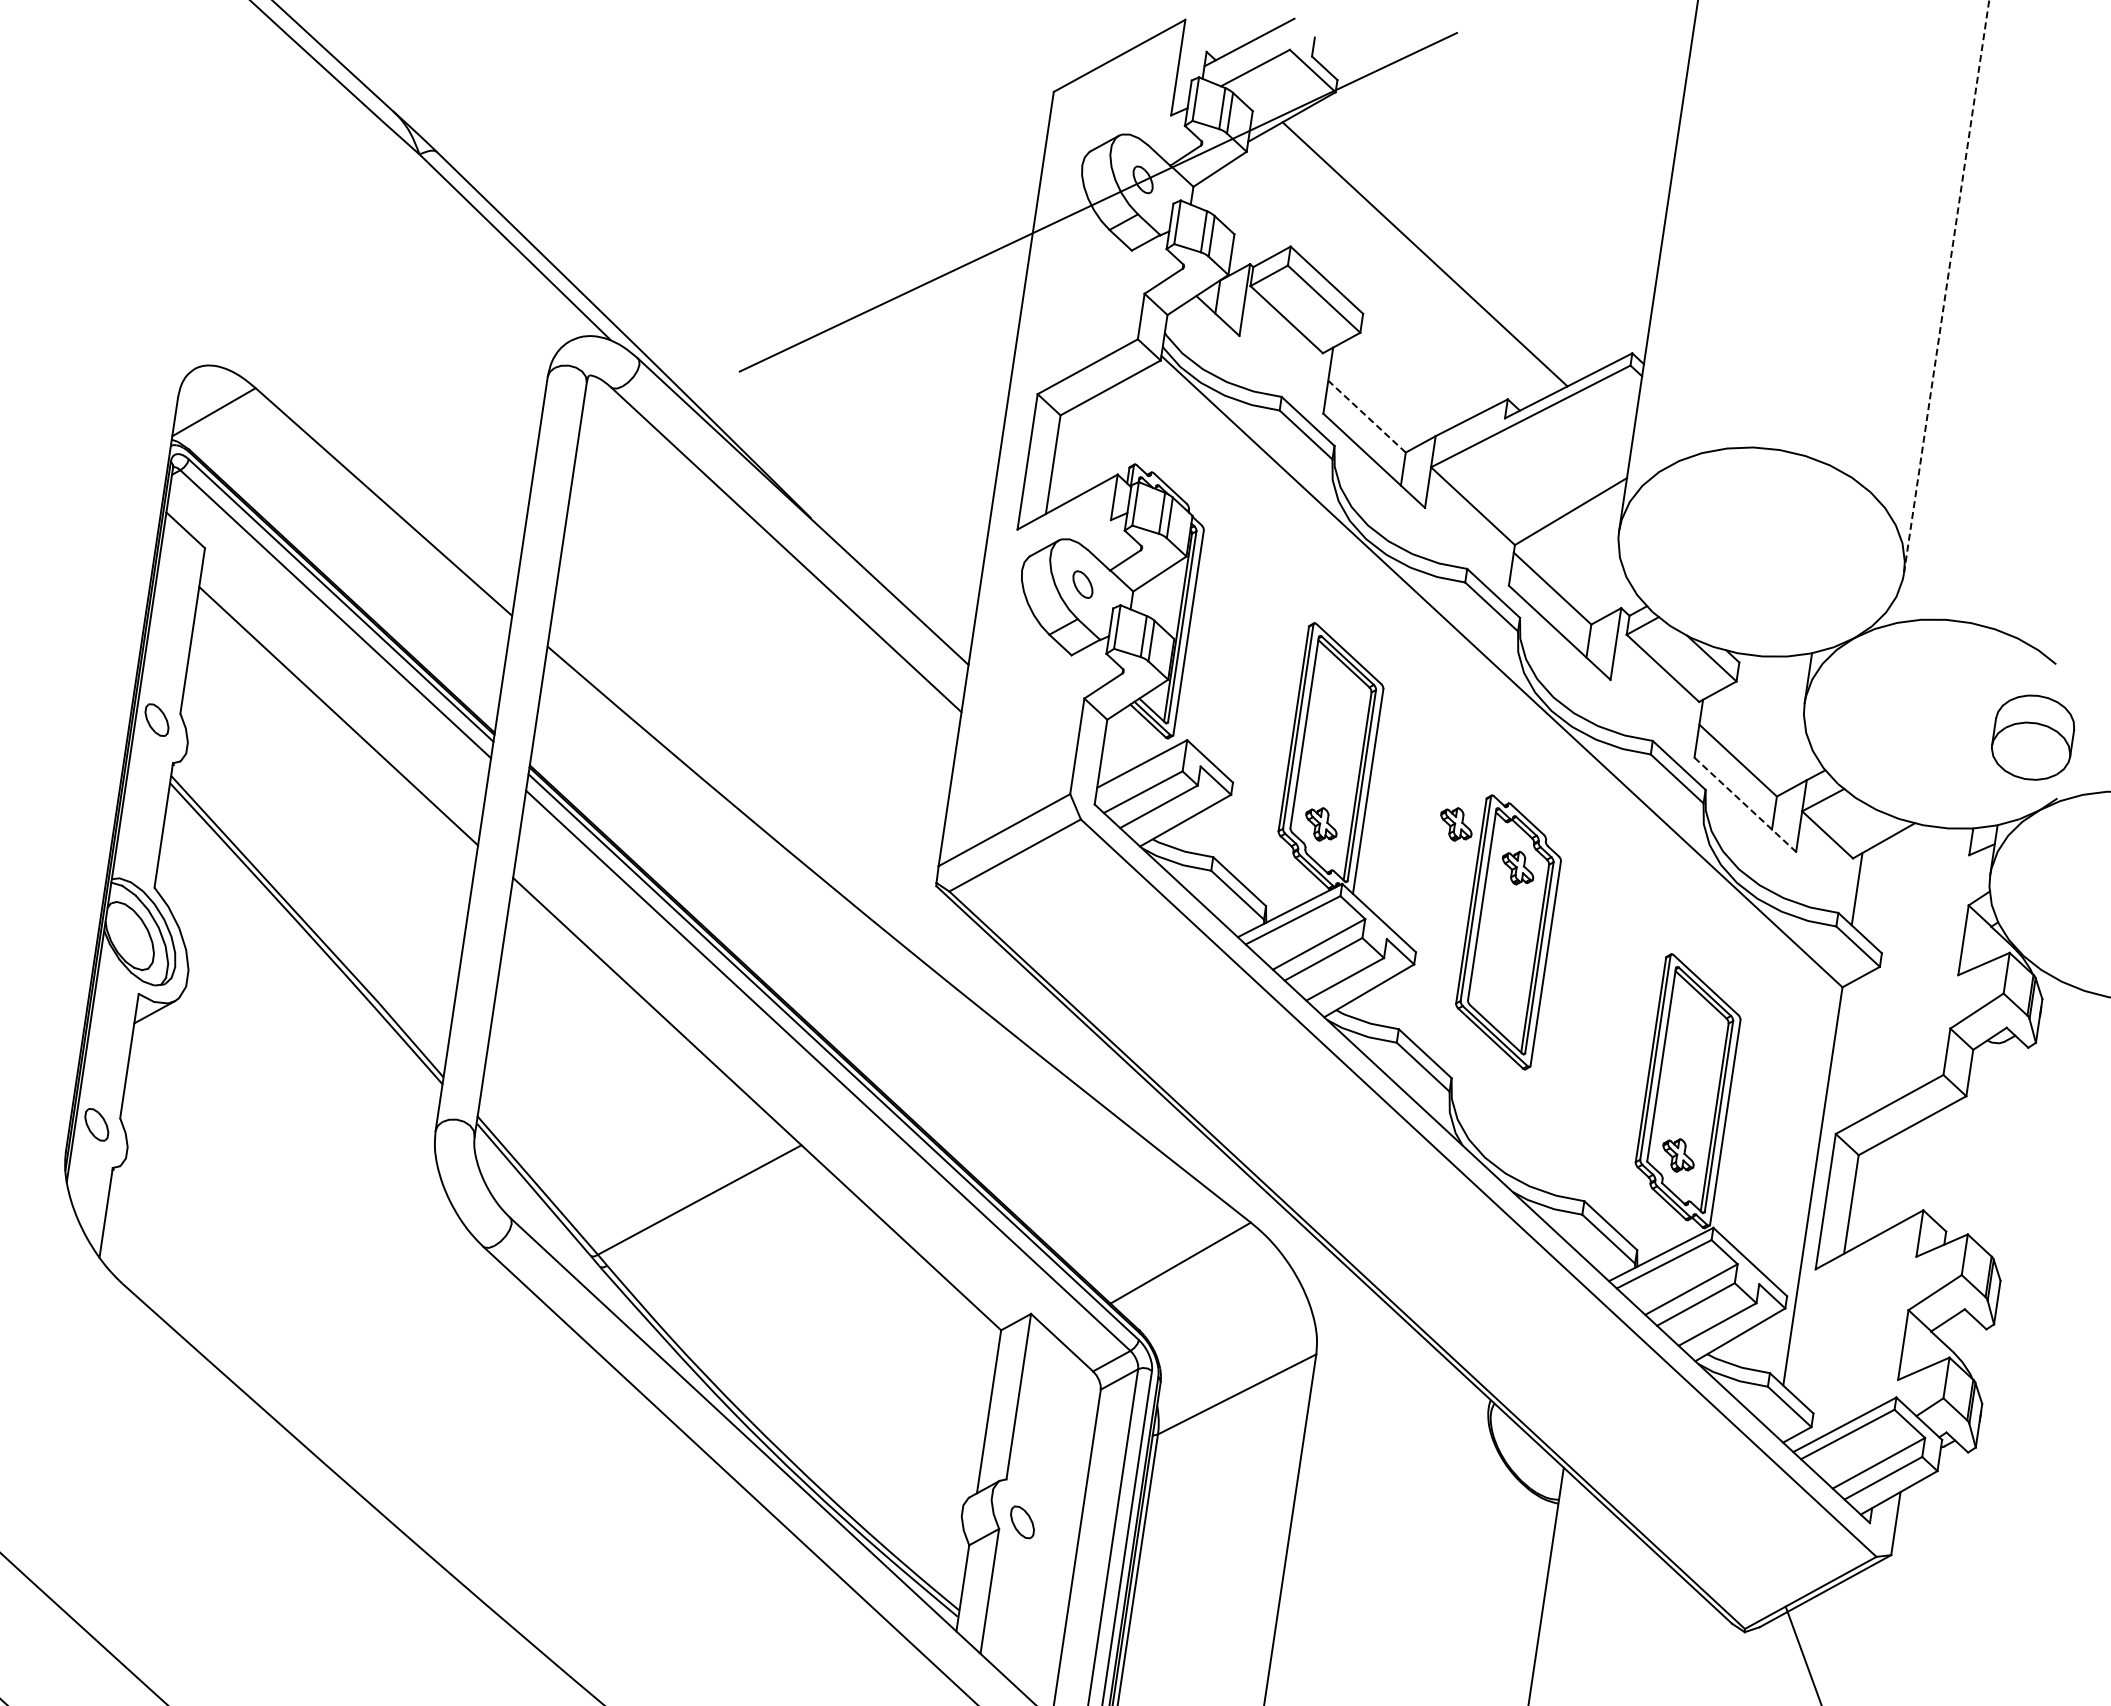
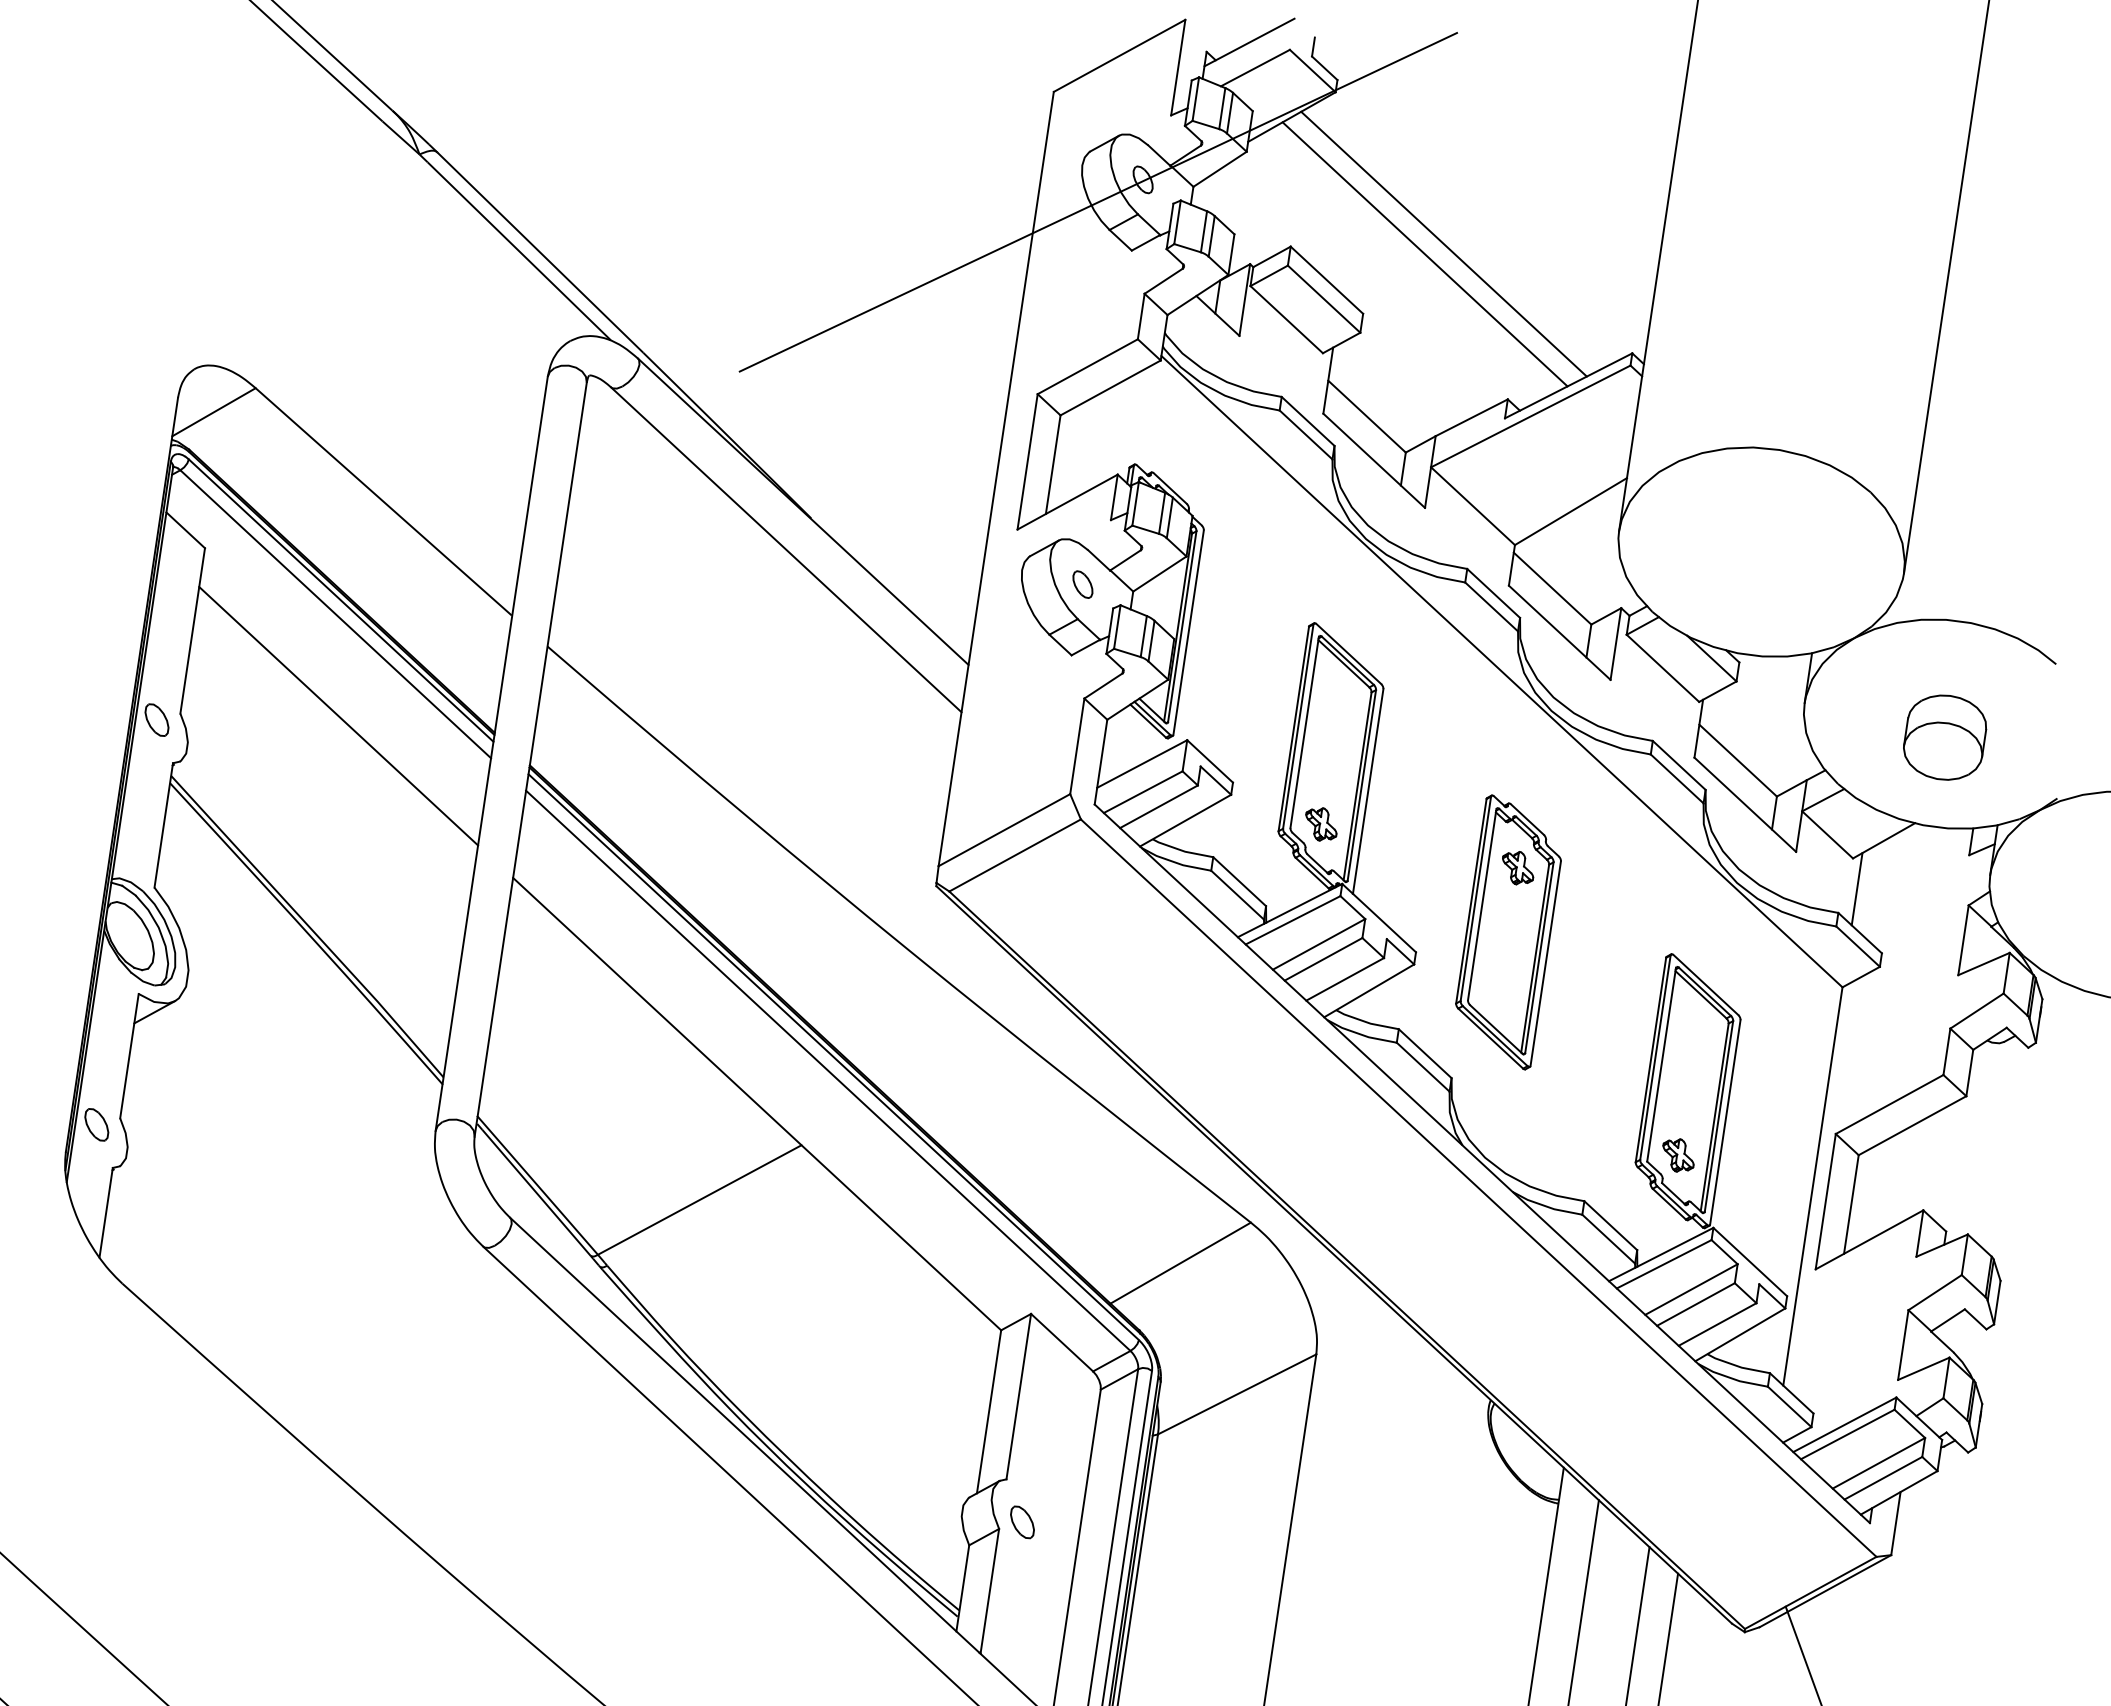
line at (1443, 243): none -> present
line at (1946, 286): dashed -> solid
line at (1367, 416): dashed -> solid
part at (2033, 737) position: (2033, 737) -> (1945, 737)
line at (1745, 805): dashed -> solid
part at (1456, 824): present -> none
line at (1583, 1601): none -> present
line at (1637, 1624): none -> present
line at (1668, 1637): none -> present
